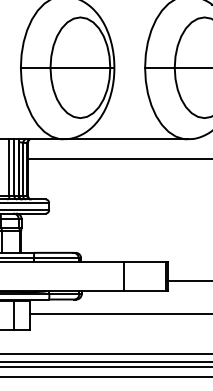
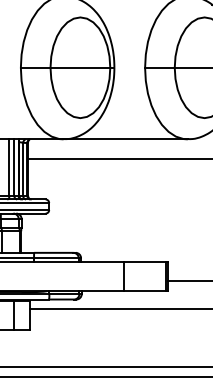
line at (119, 313) position: (119, 313) -> (119, 308)
line at (105, 354): present -> none
line at (105, 361): present -> none
